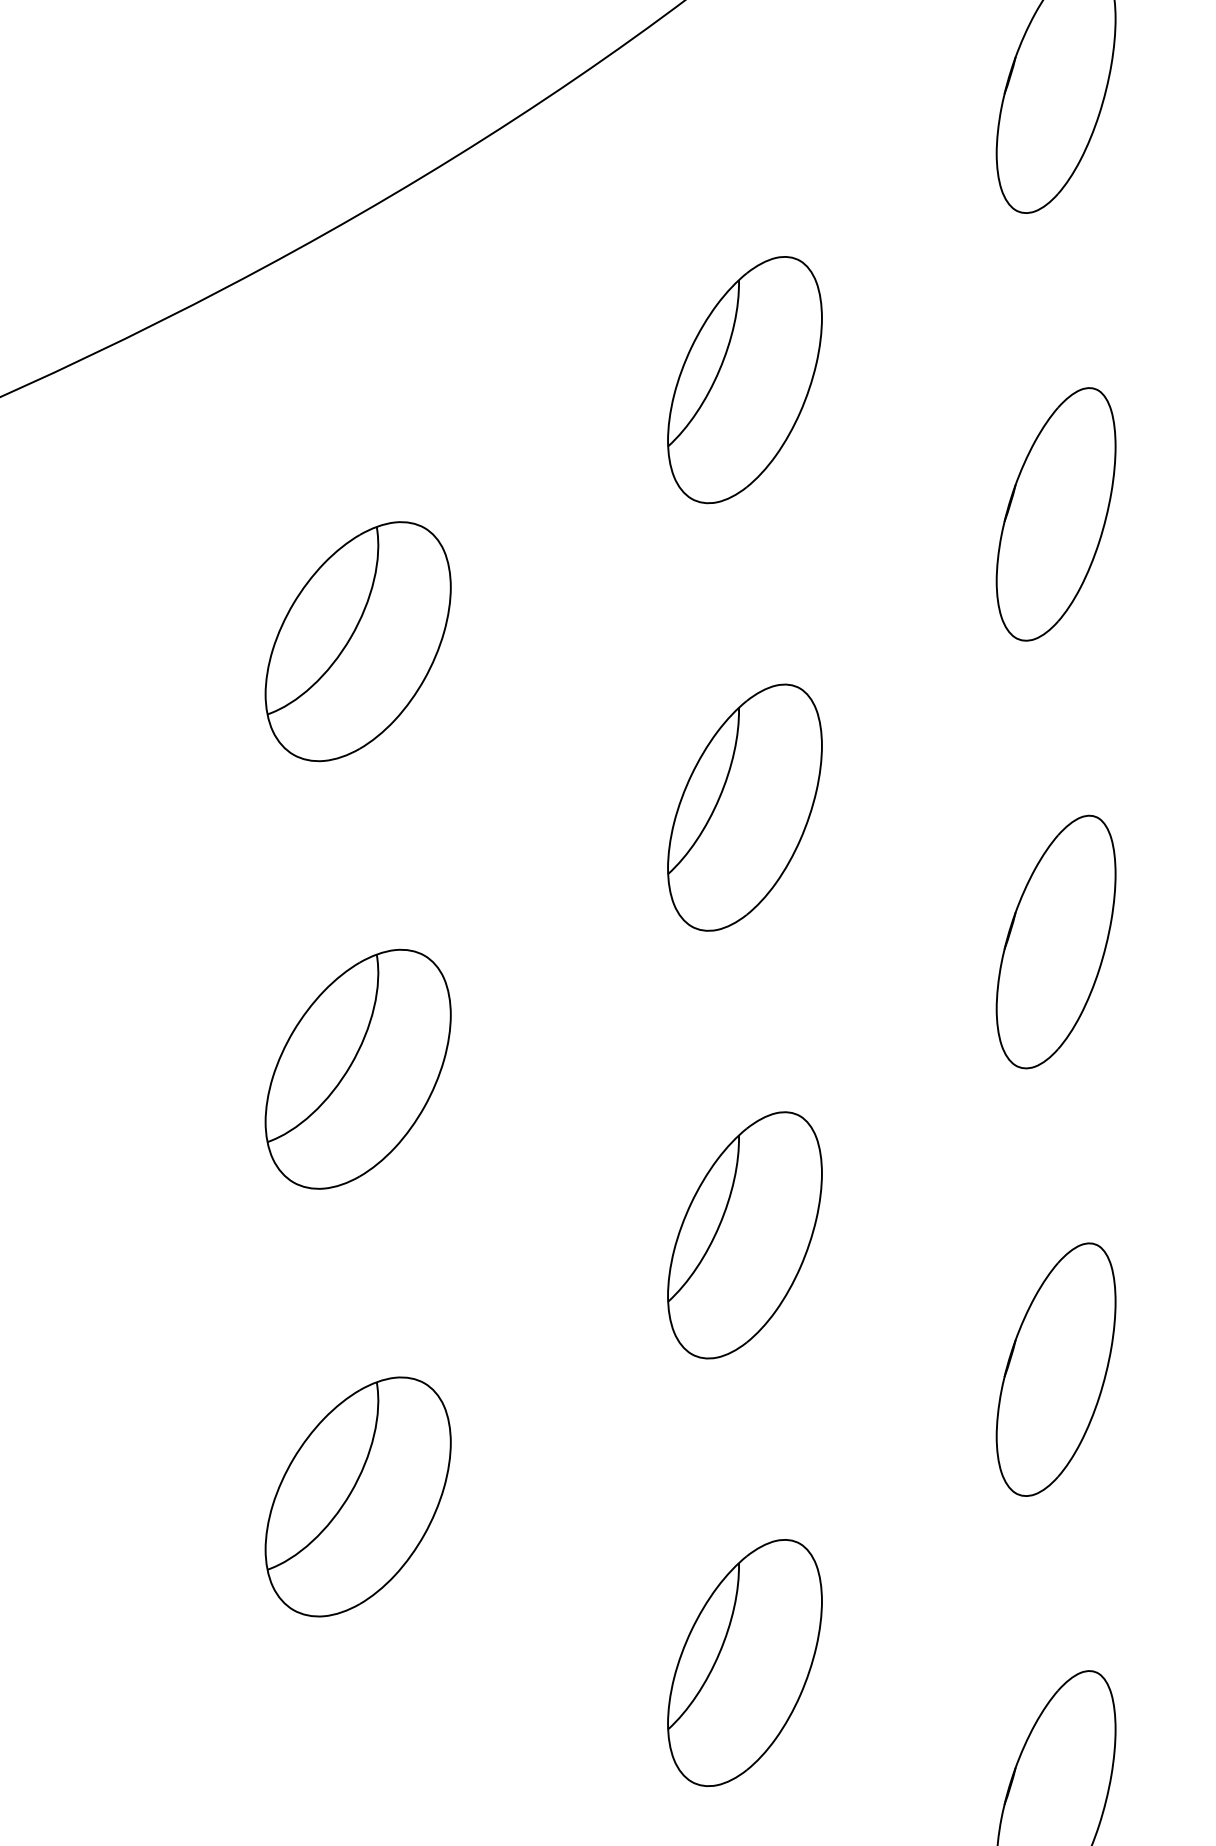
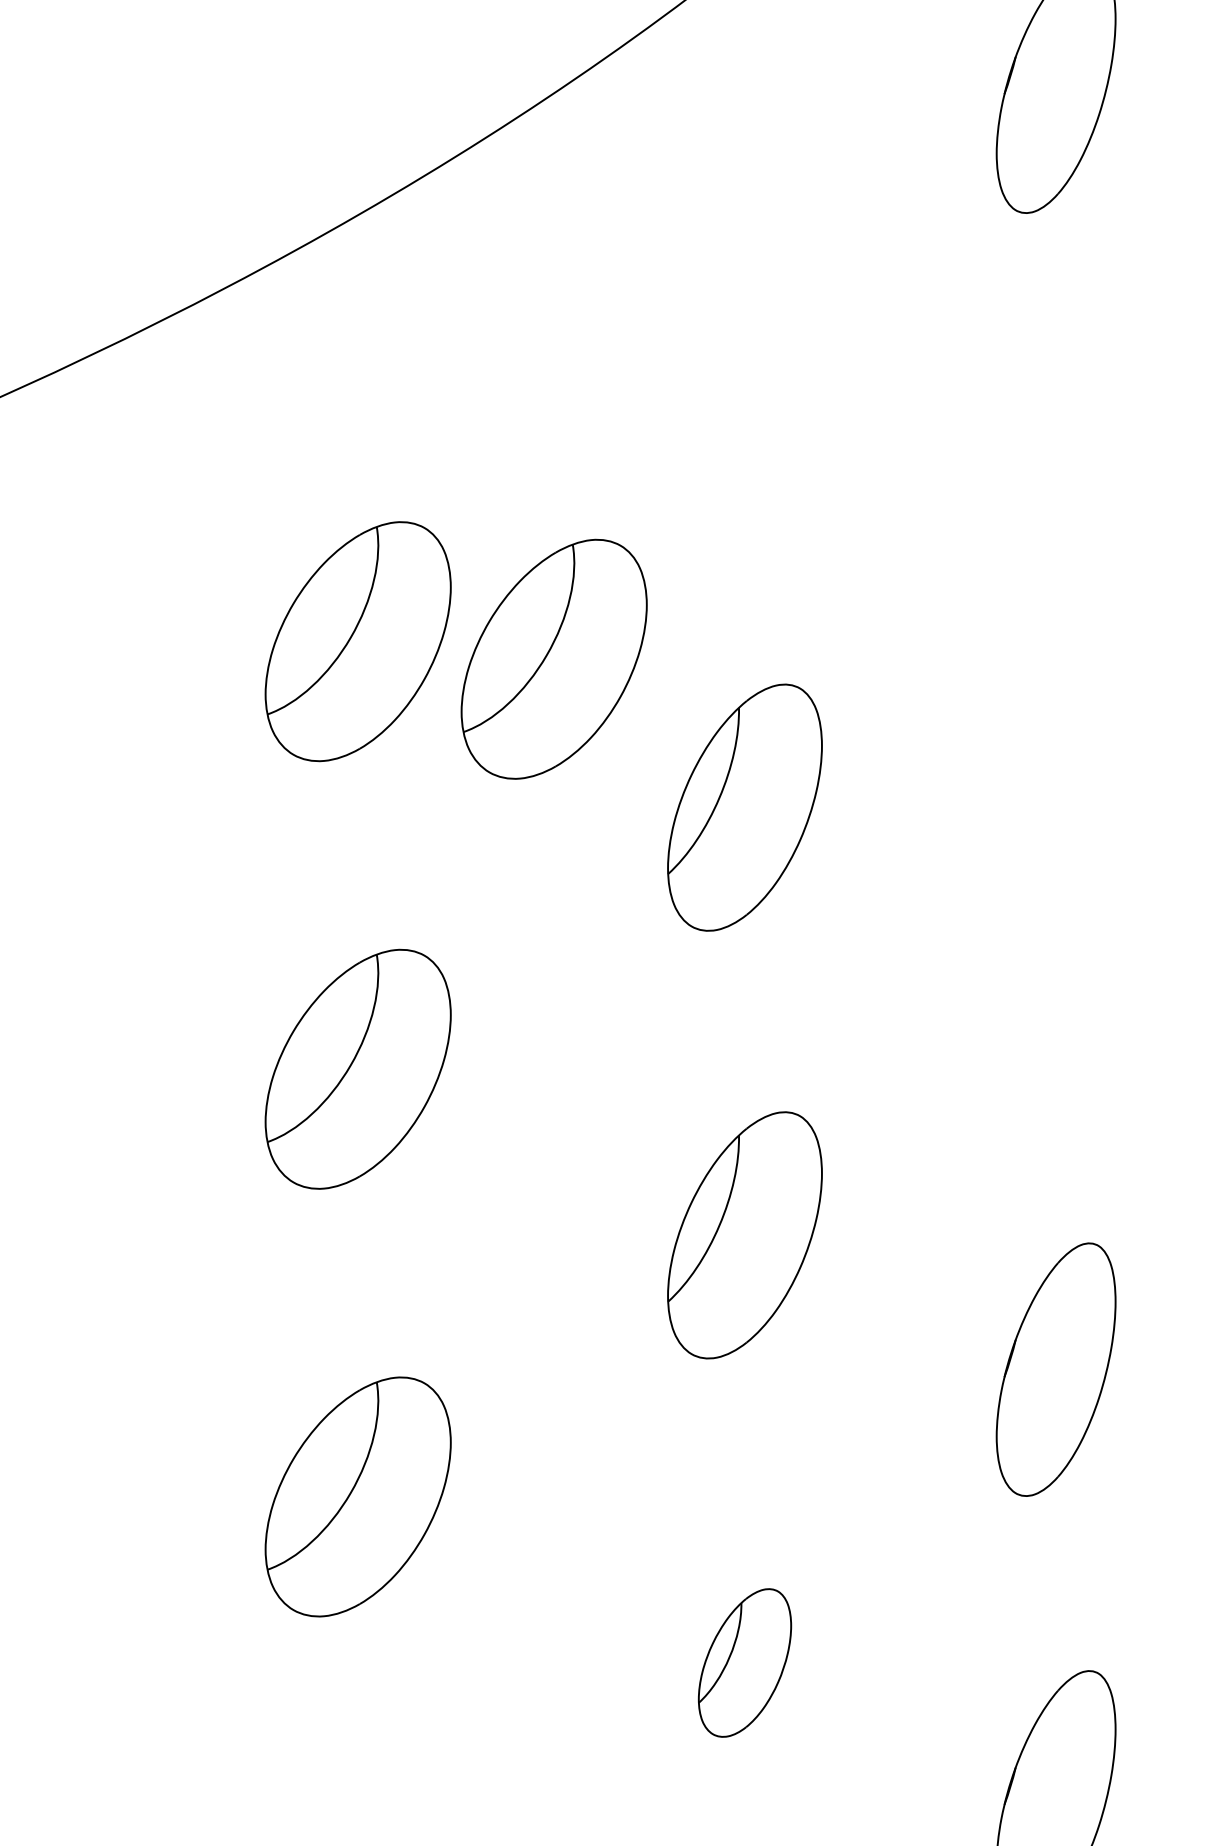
part at (744, 380): present -> none
part at (1055, 514): present -> none
part at (553, 658): none -> present
part at (1055, 941): present -> none
part at (744, 1662) size: 156x248 px -> 96x150 px
